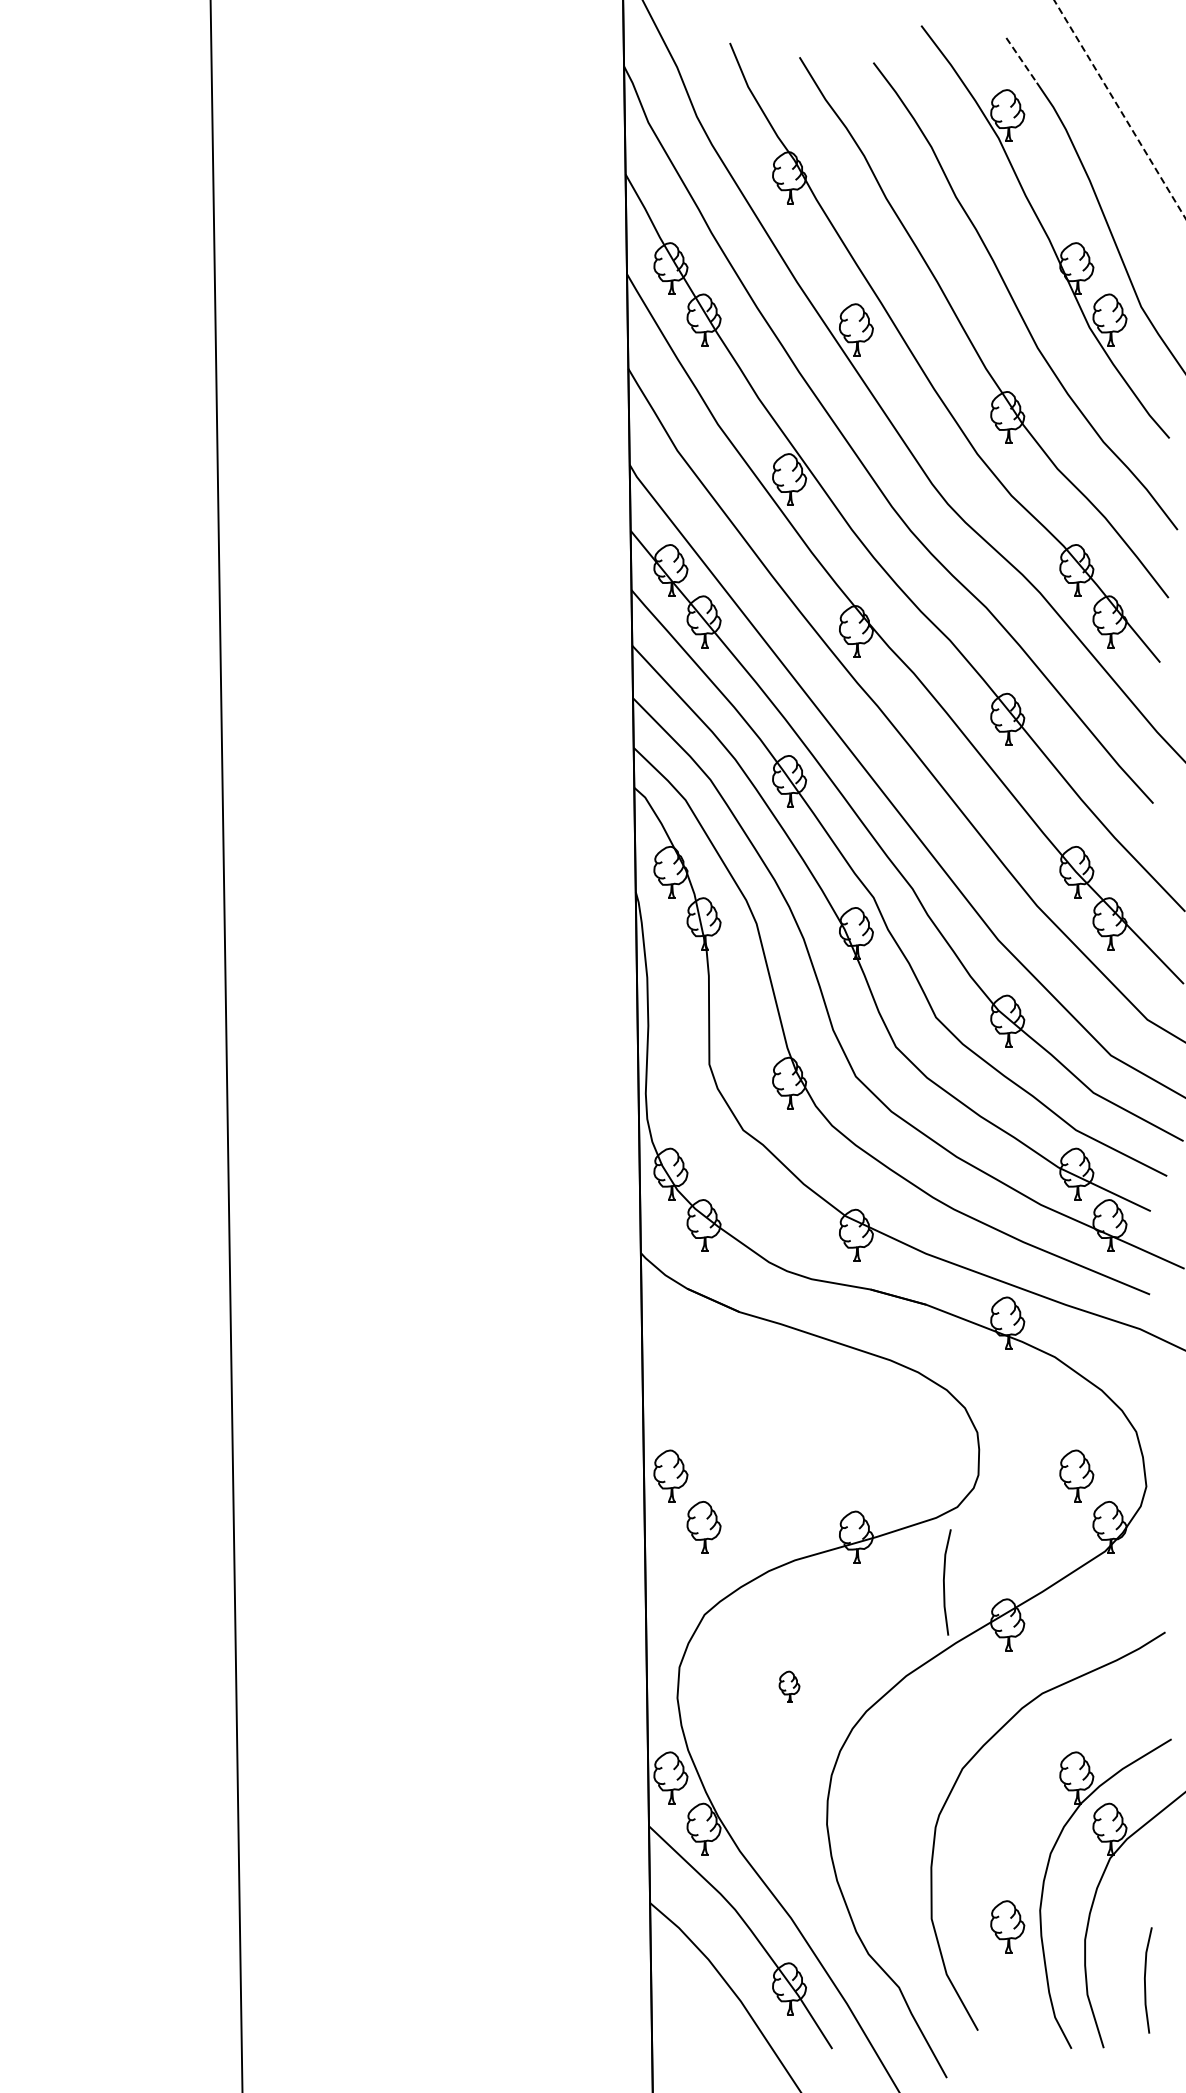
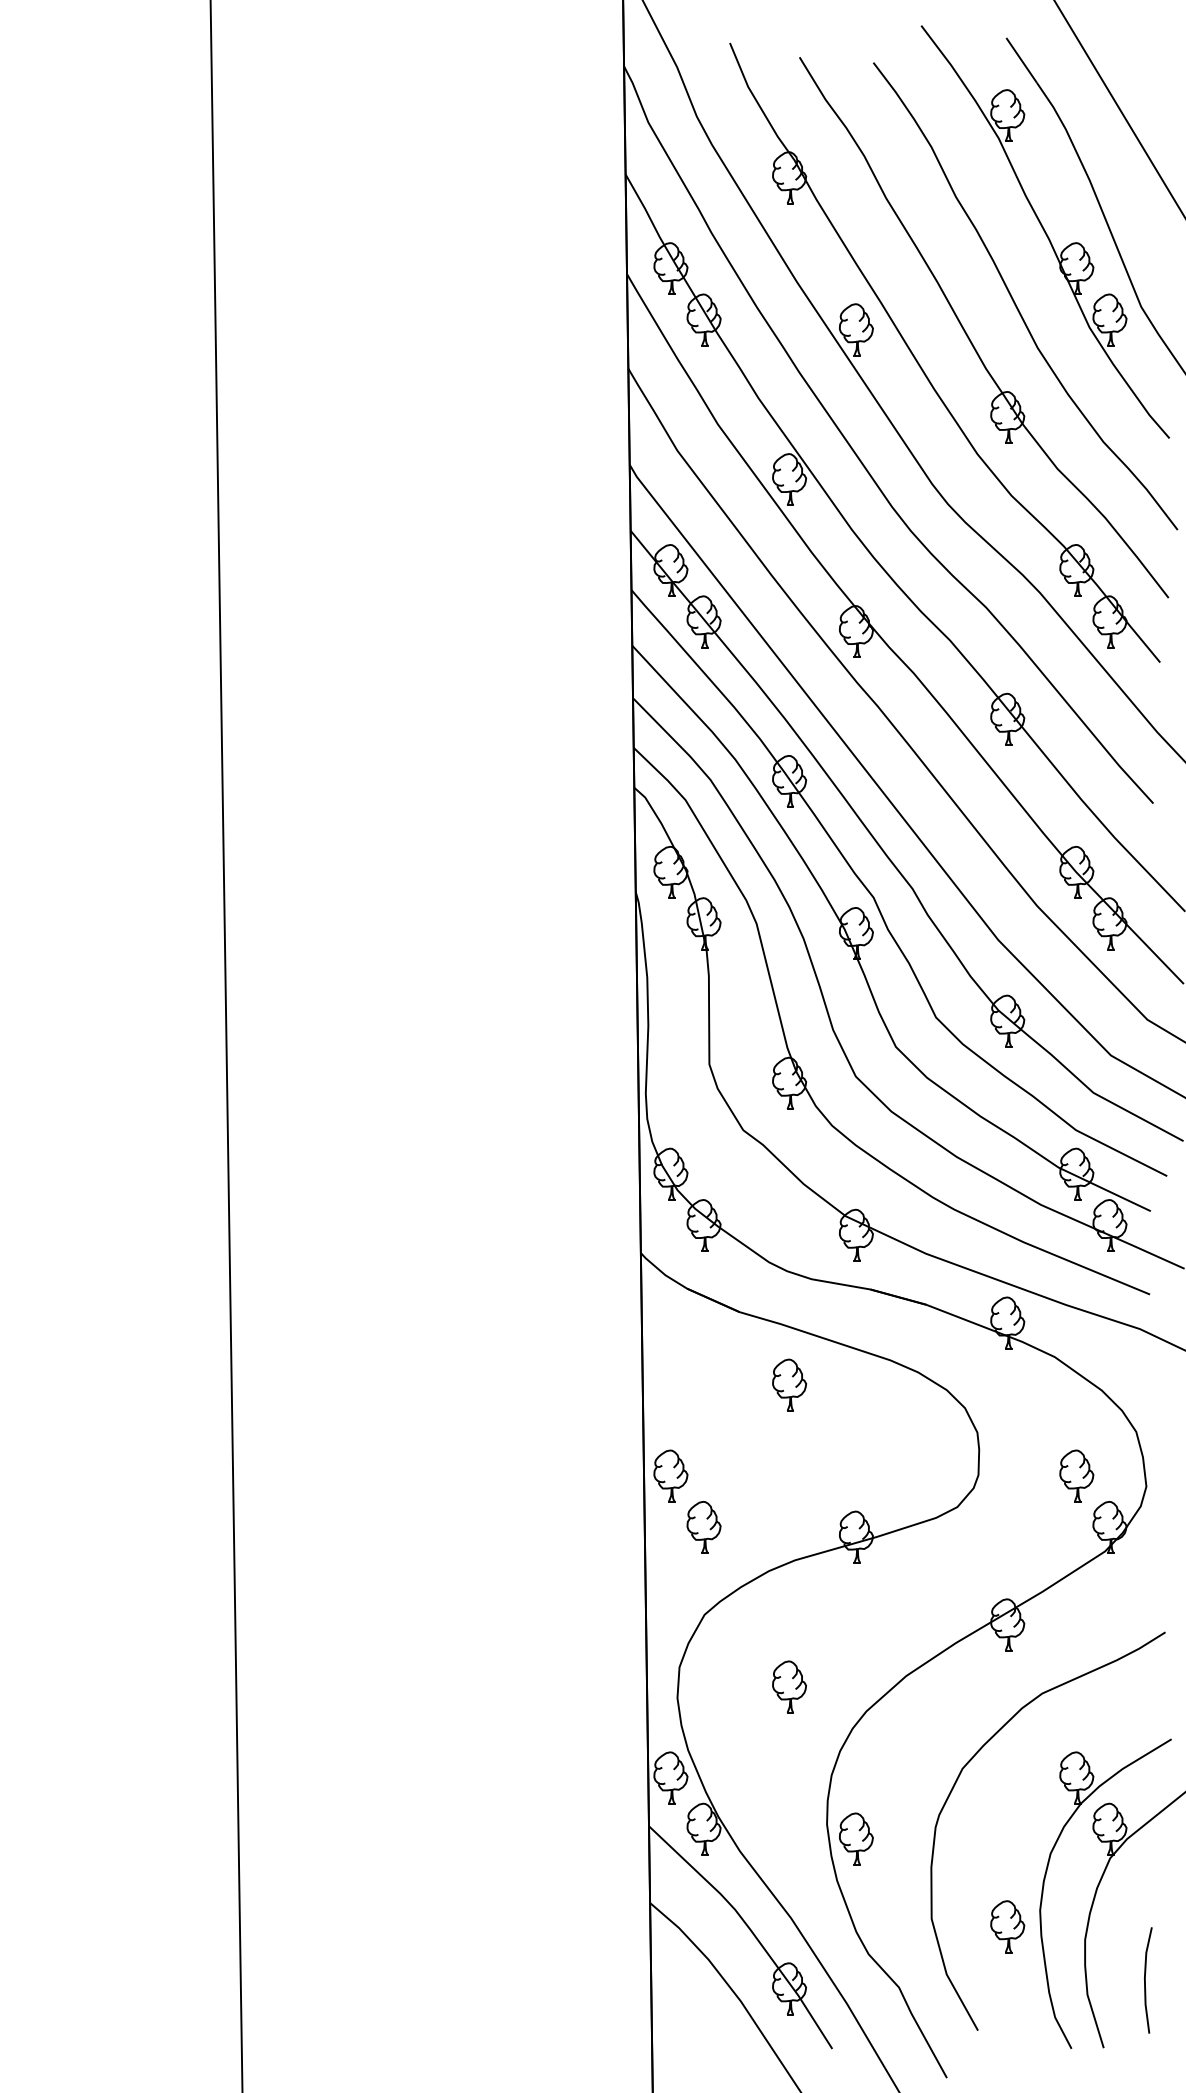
line at (1021, 60): dashed -> solid
line at (1119, 109): dashed -> solid
part at (789, 1384): none -> present
line at (944, 1582): present -> none
part at (789, 1686) size: 23x33 px -> 35x54 px
part at (856, 1838): none -> present
